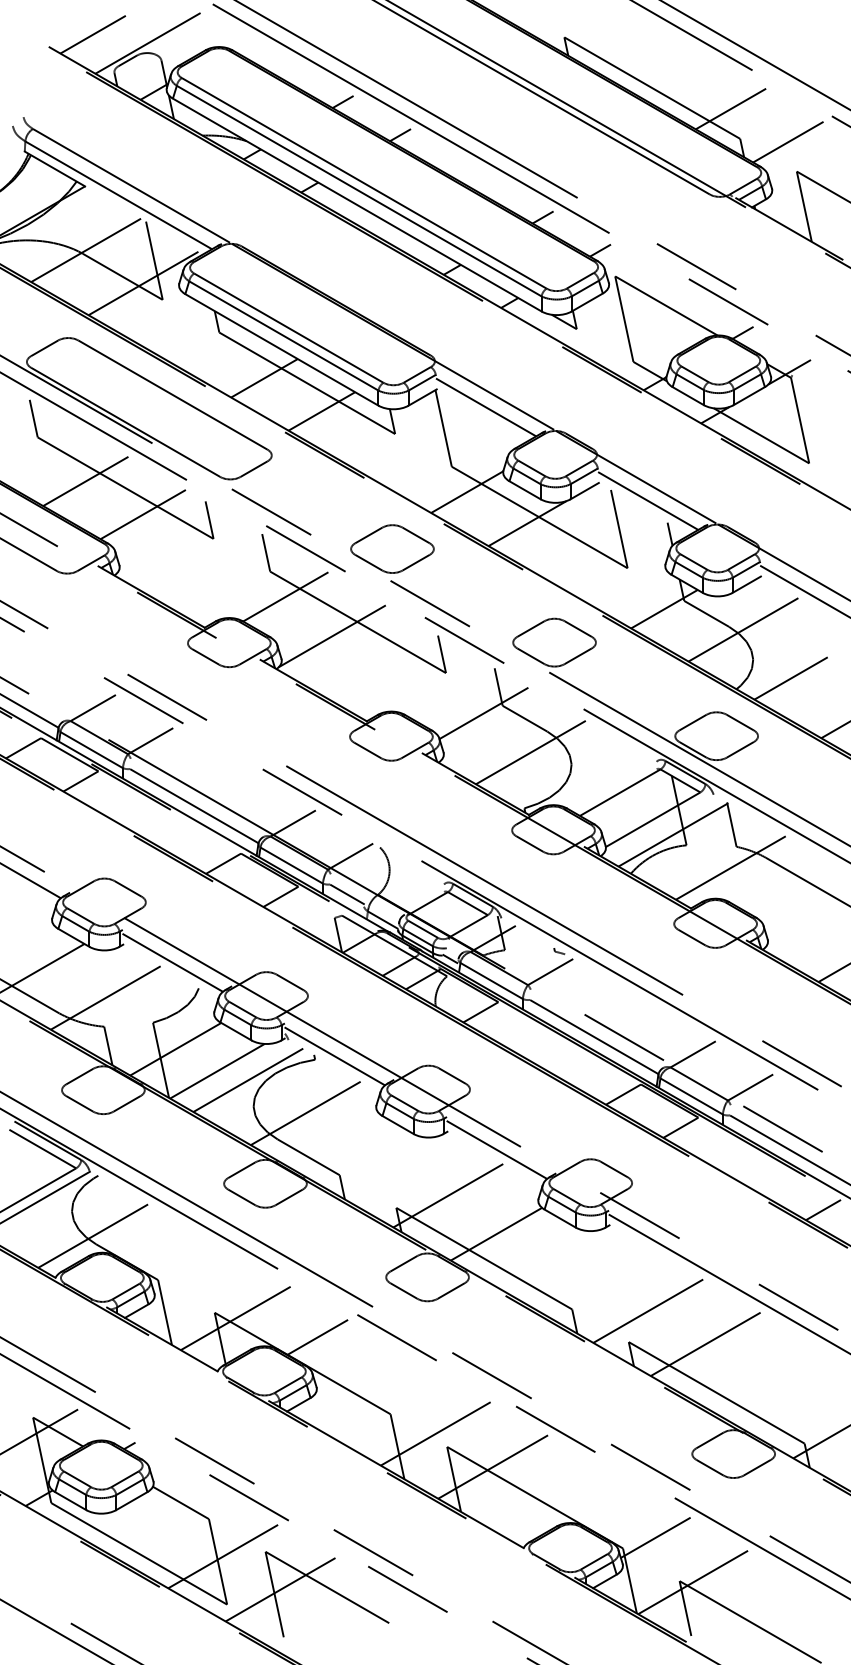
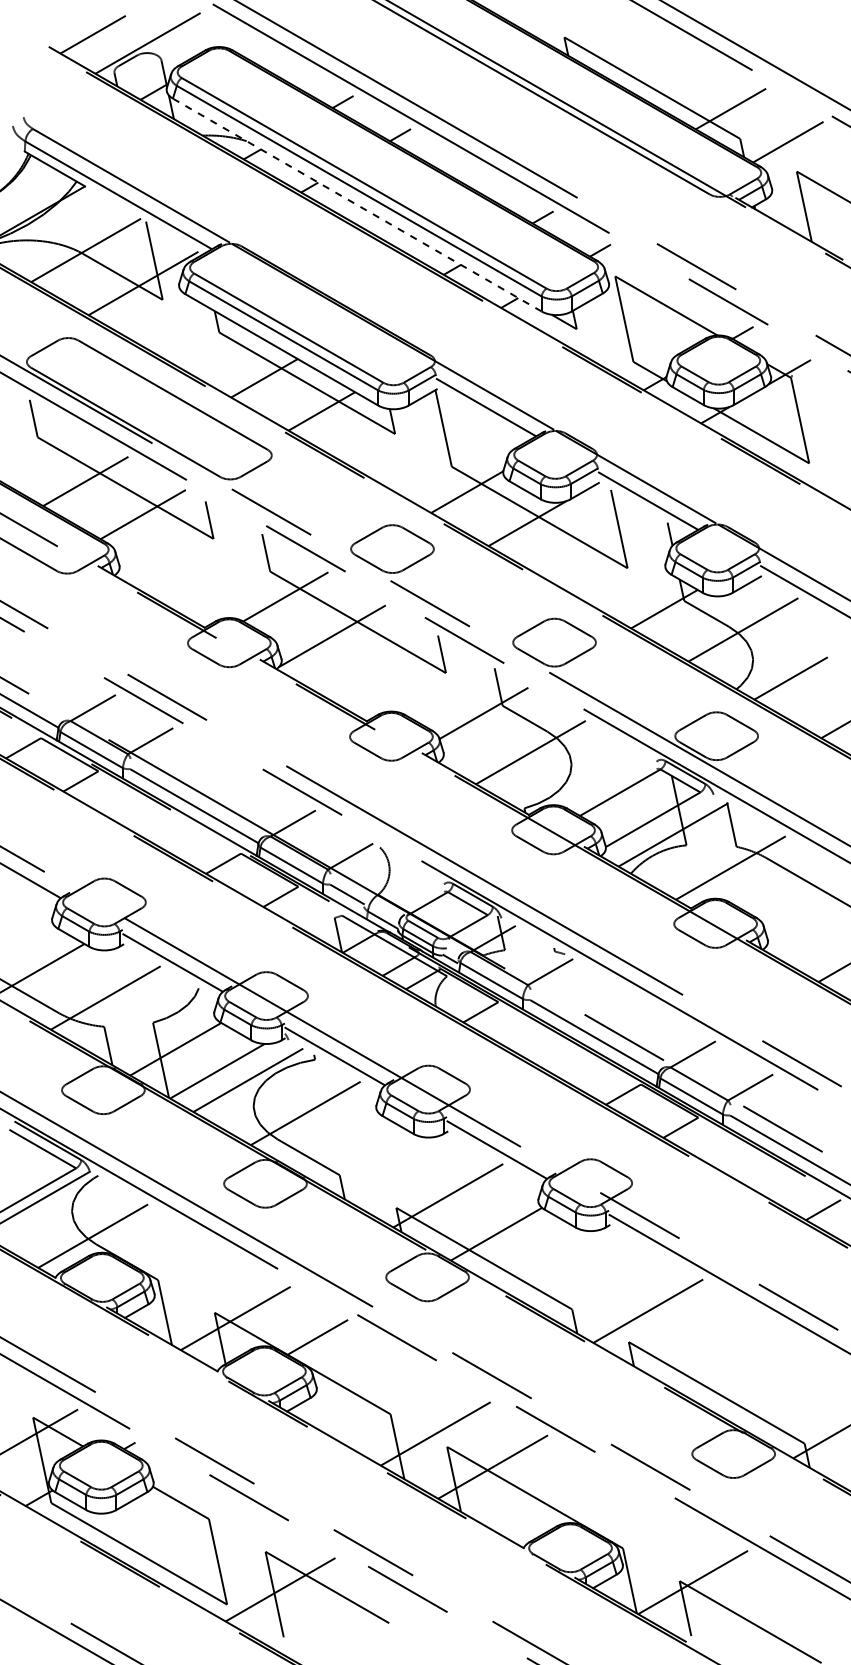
line at (357, 205): solid -> dashed
line at (705, 1344): present -> none
line at (655, 1537): present -> none
line at (223, 1556): present -> none
